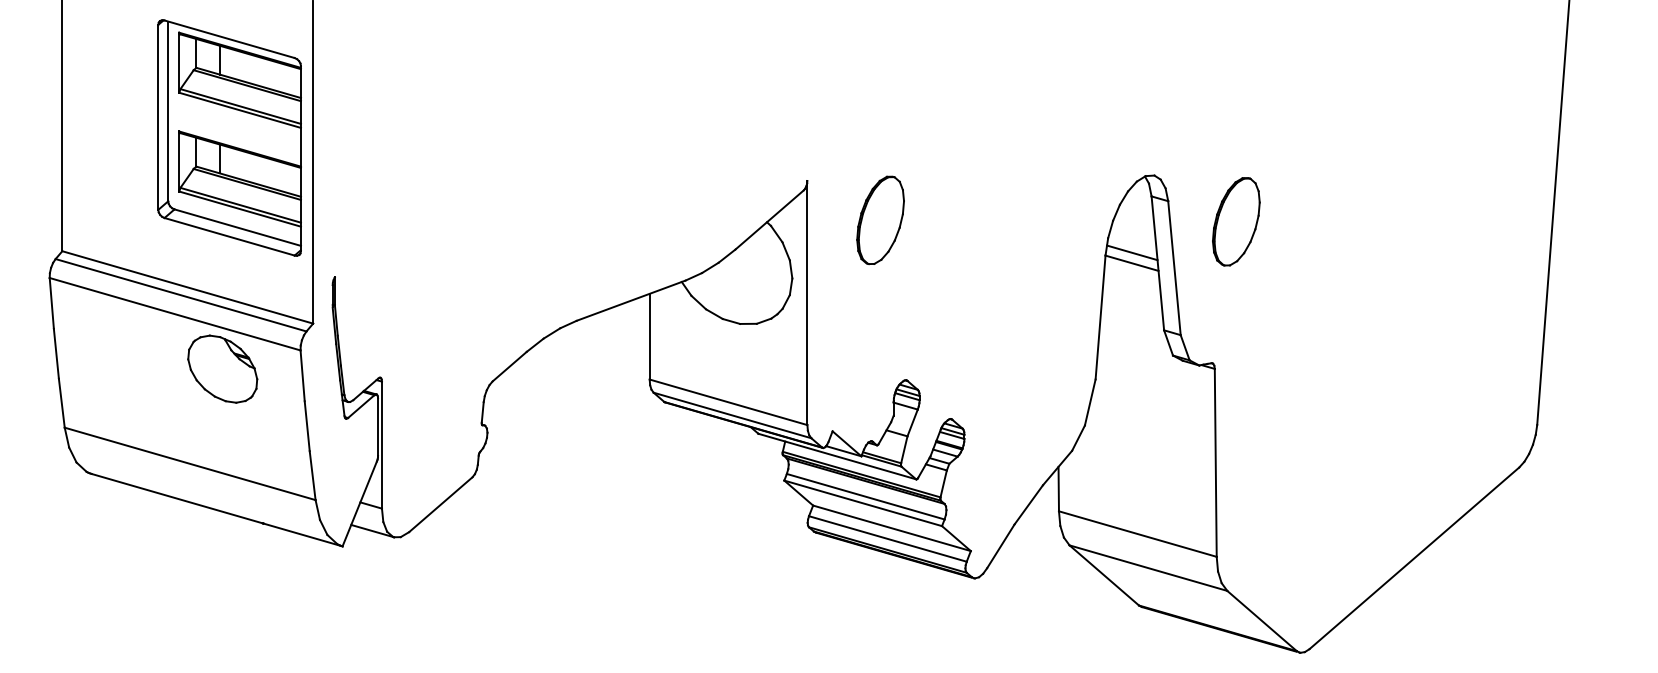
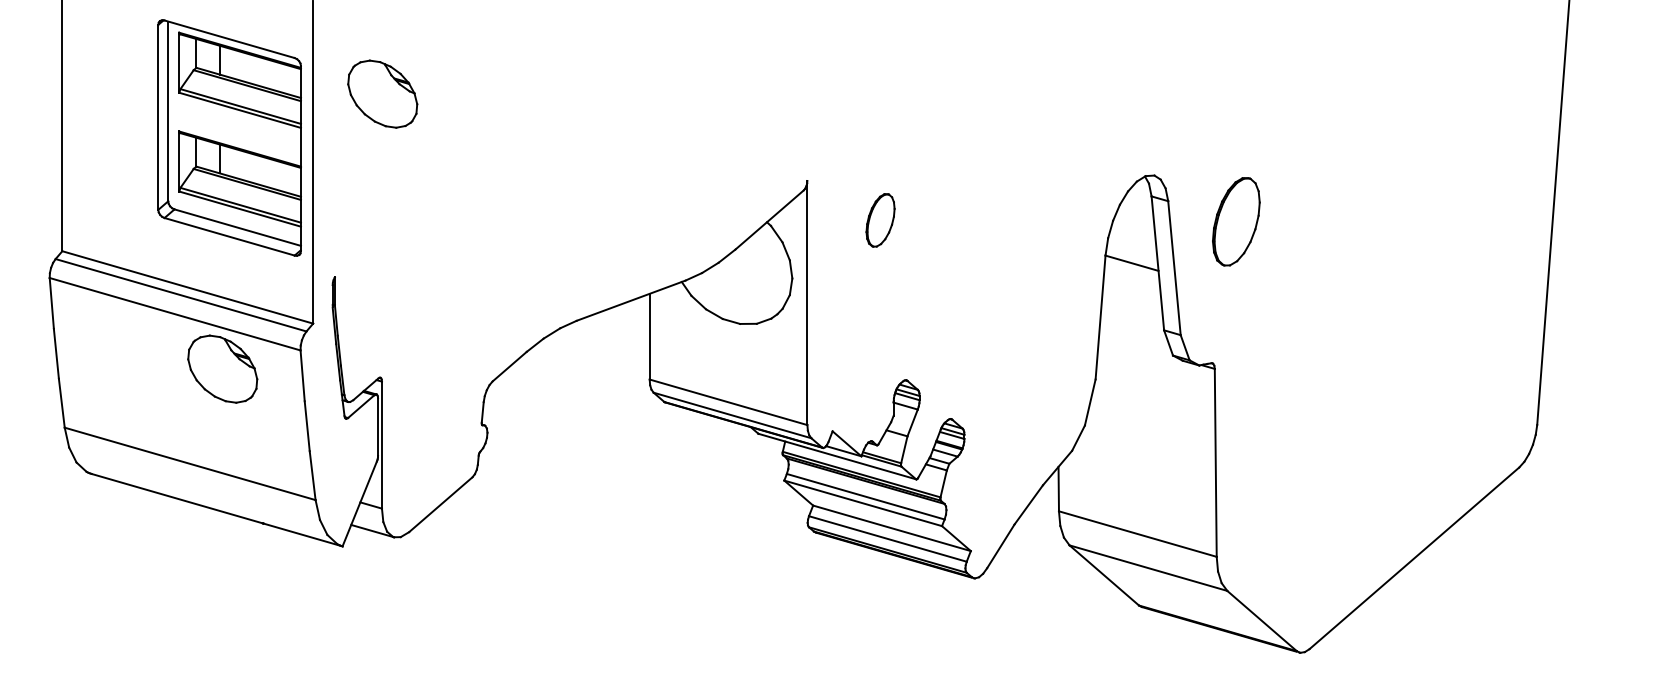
part at (382, 93): none -> present
part at (880, 220) size: 49x91 px -> 31x55 px
line at (1132, 252): present -> none
